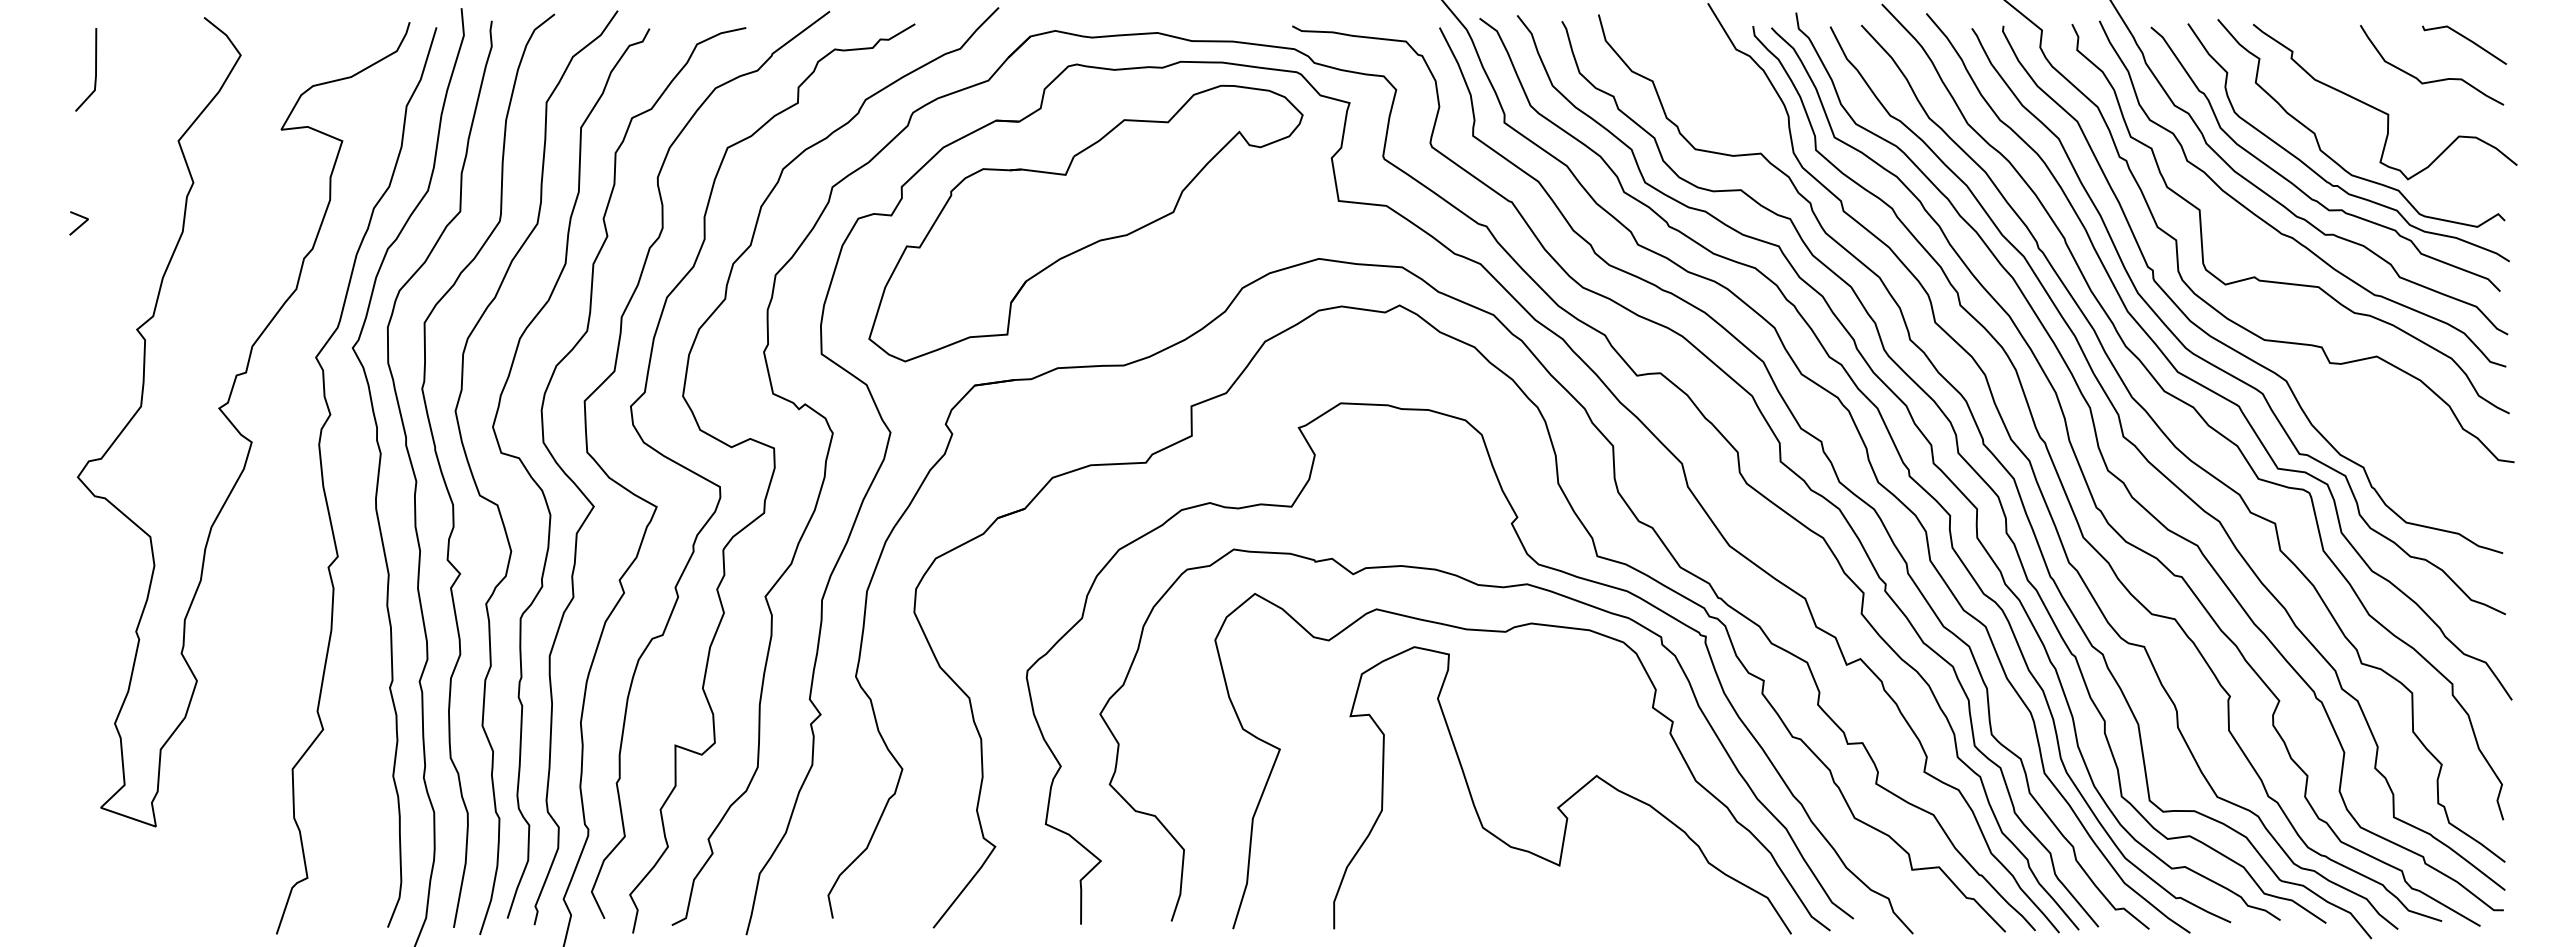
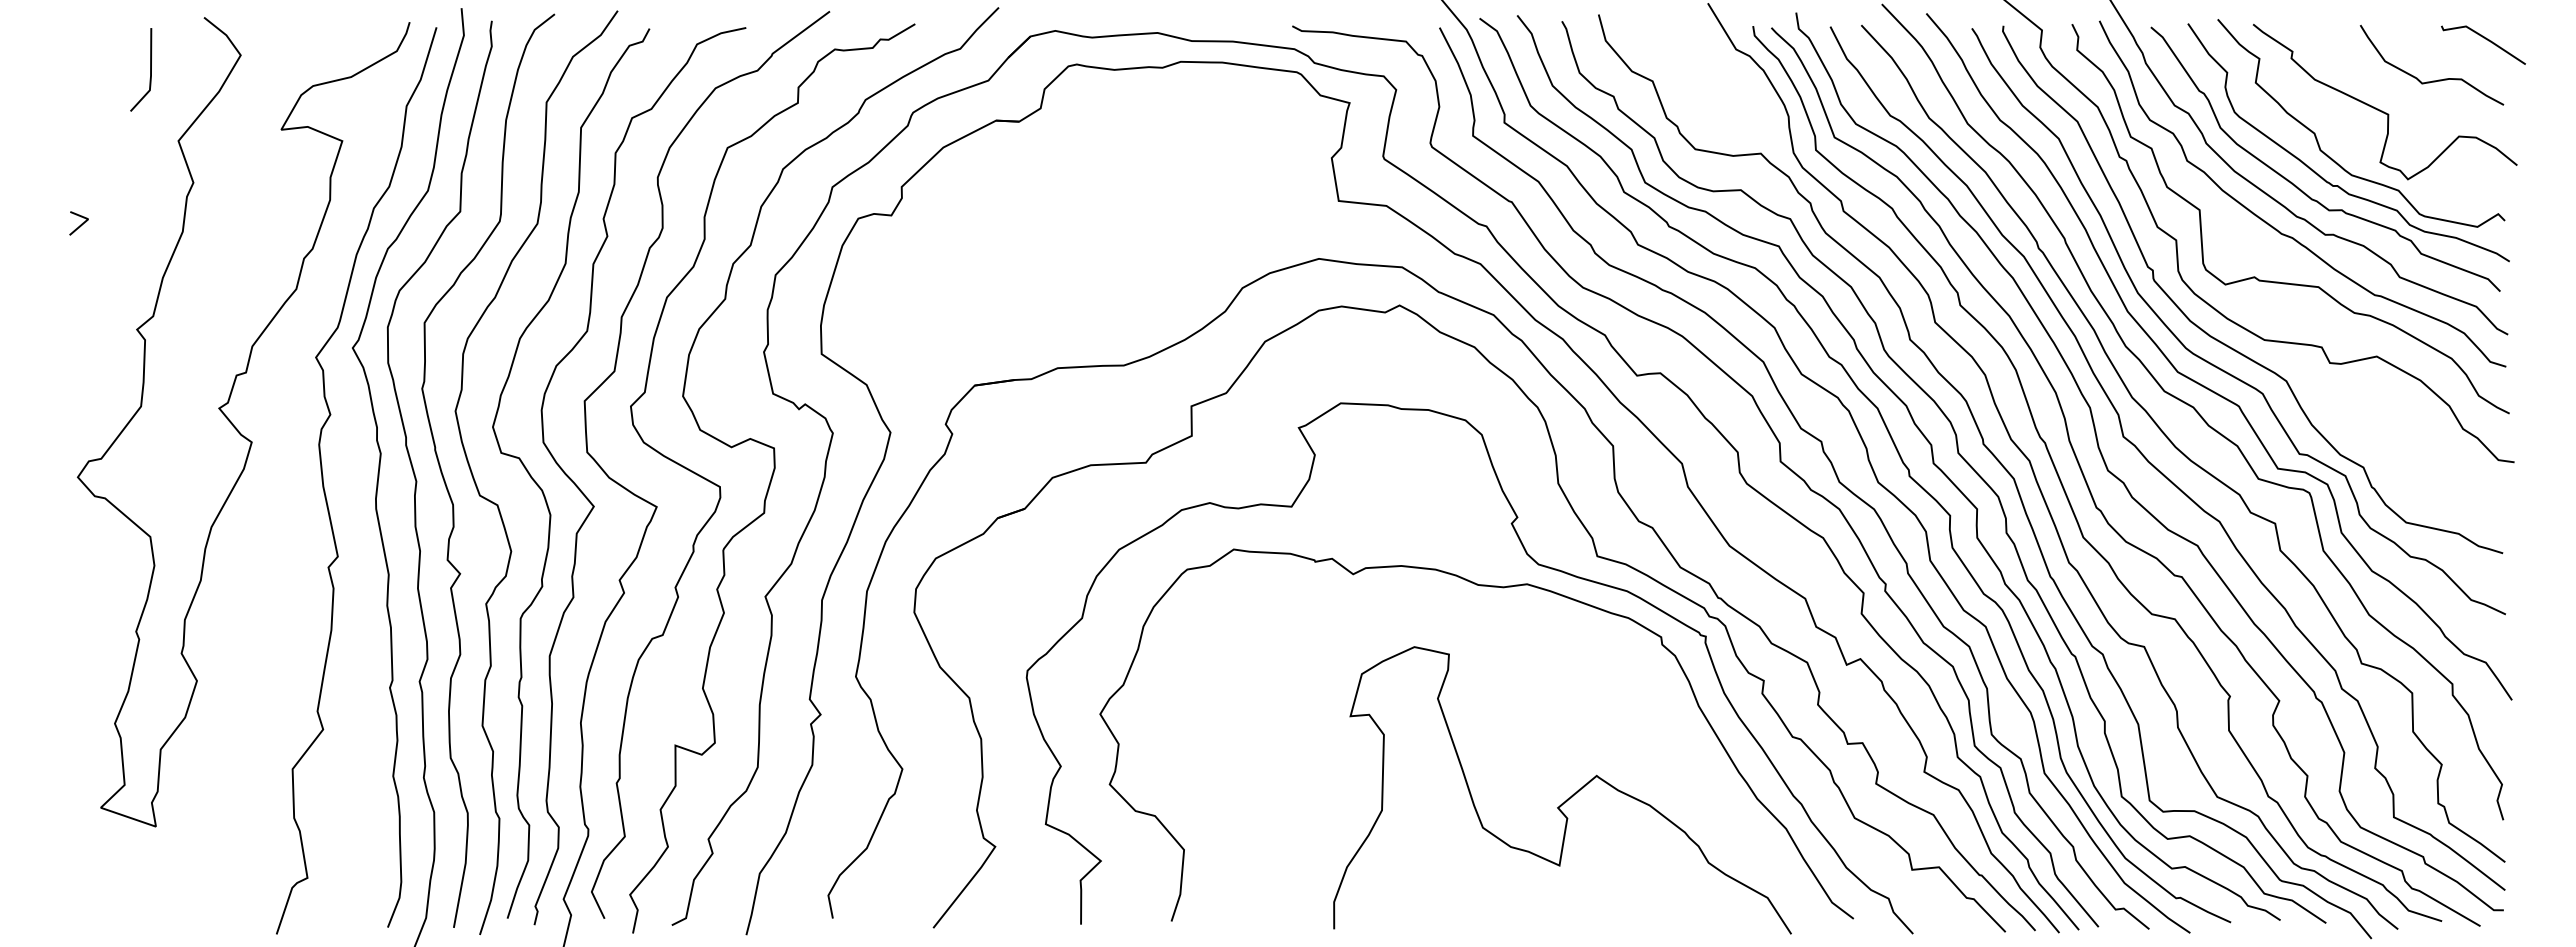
line at (2466, 39) position: (2466, 39) -> (2485, 39)
line at (95, 69) position: (95, 69) -> (150, 69)
part at (1085, 223): present -> none
curve at (1506, 632): present -> none
